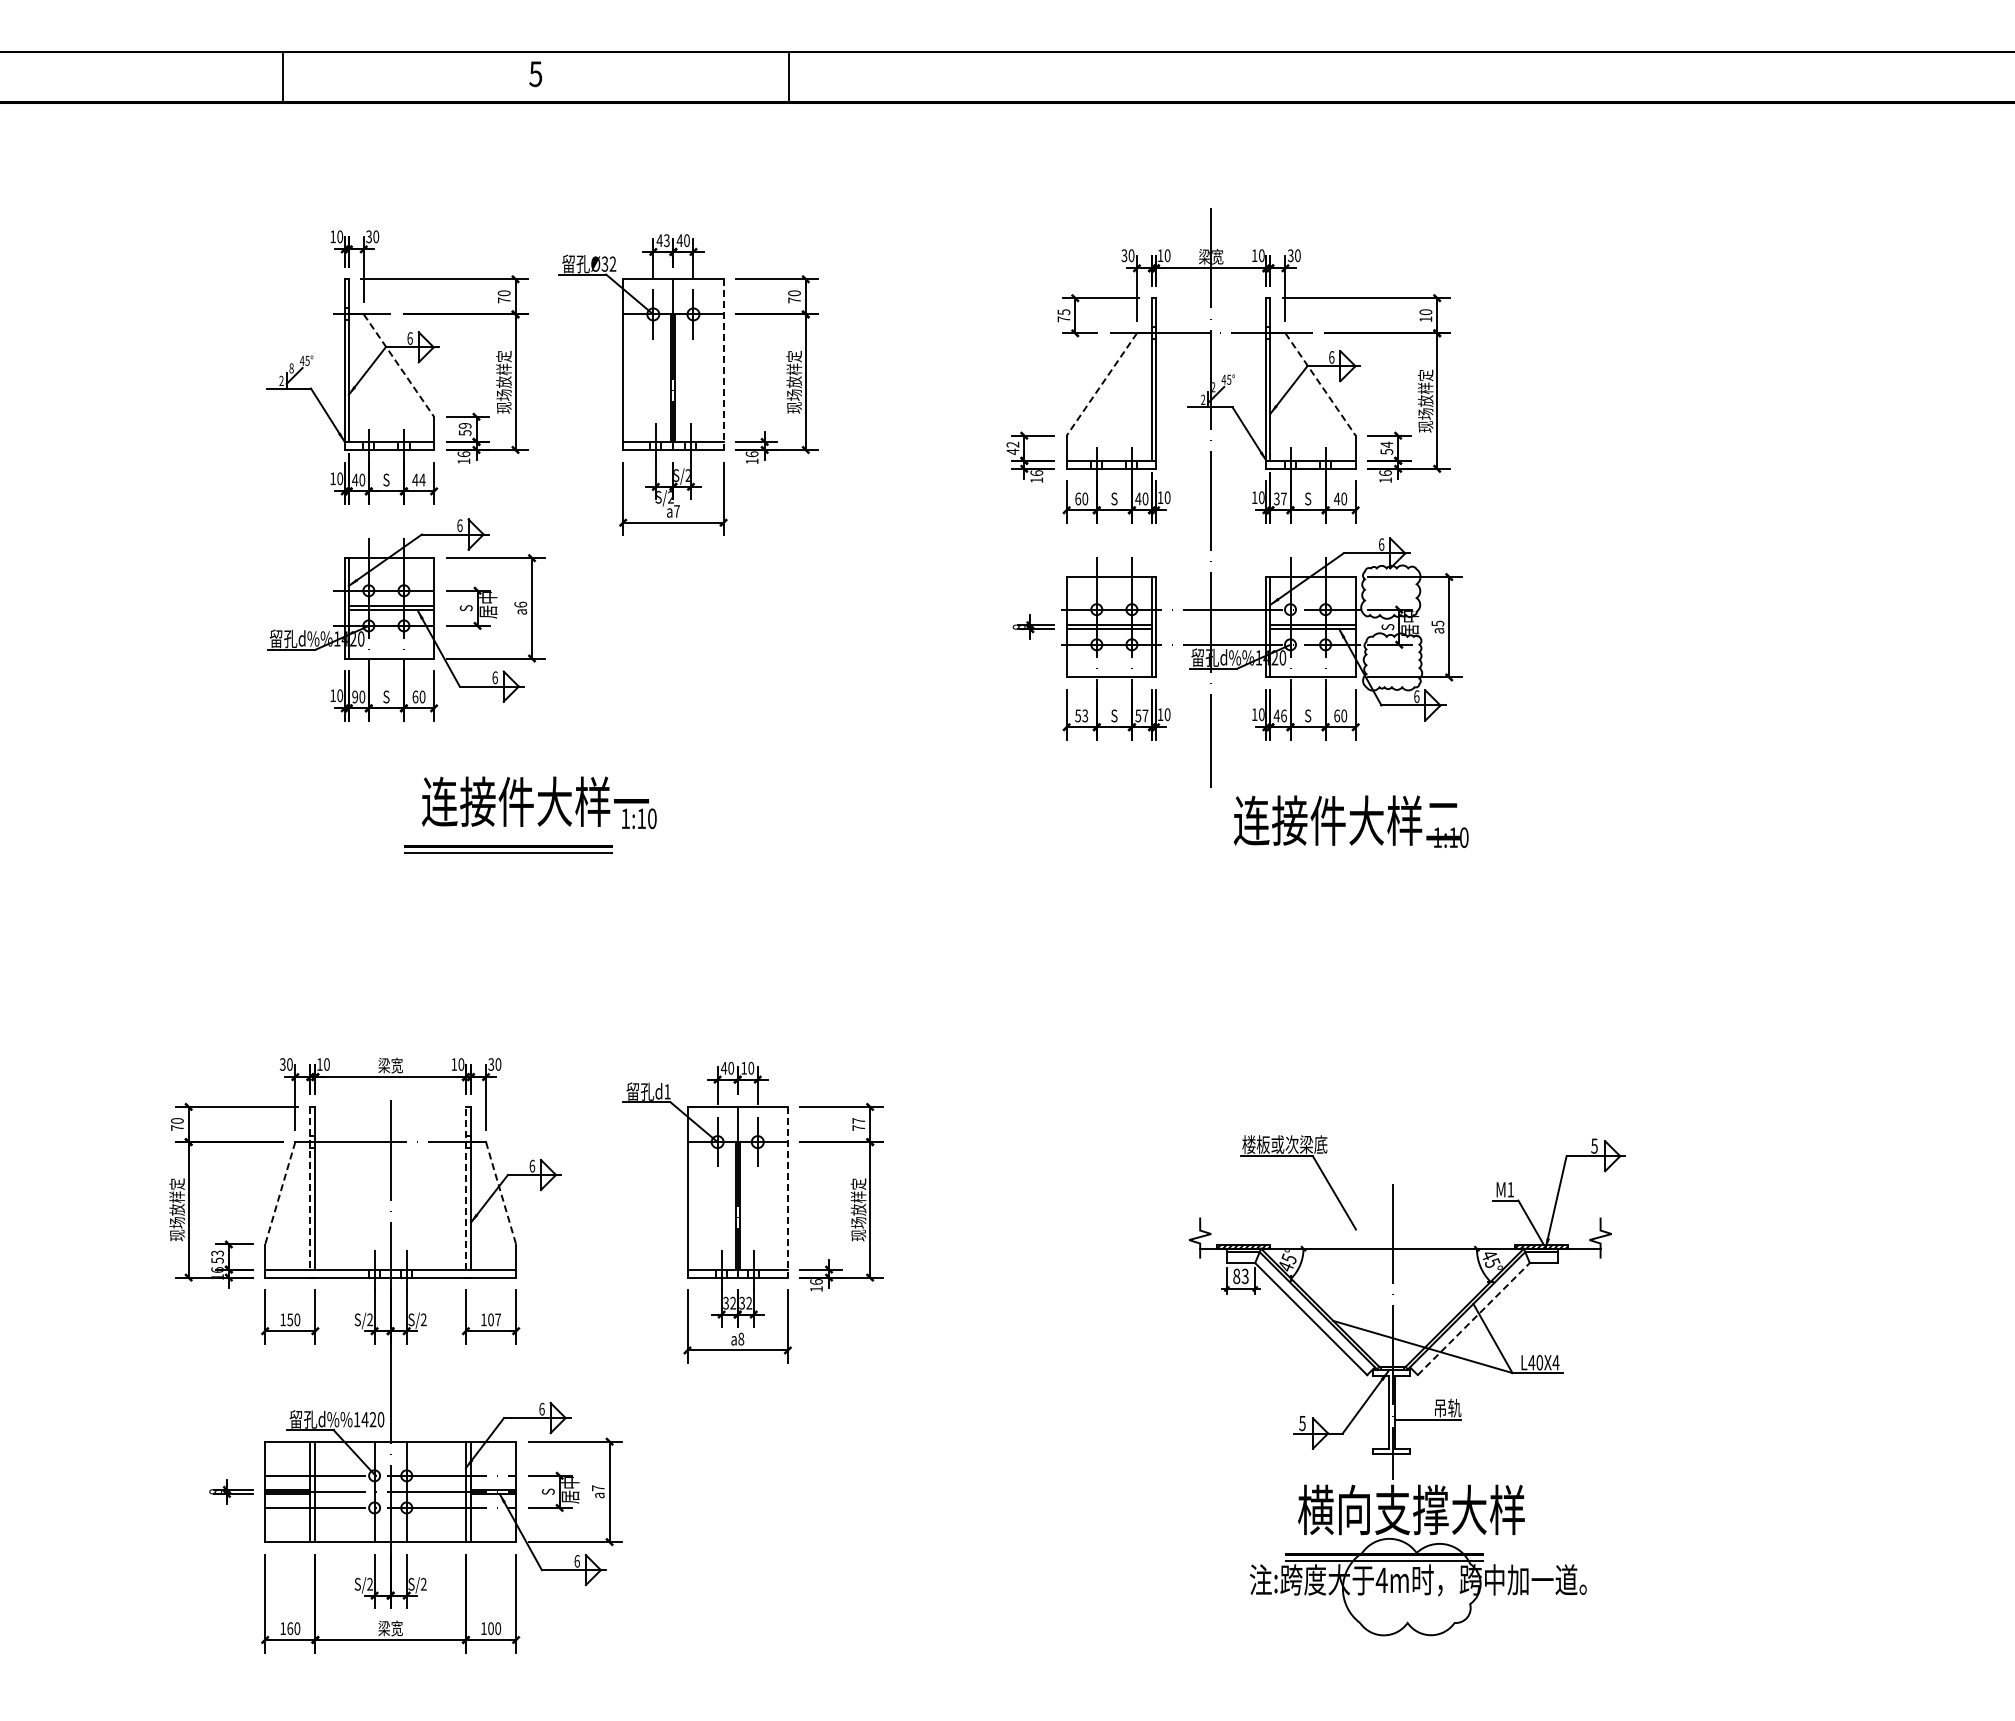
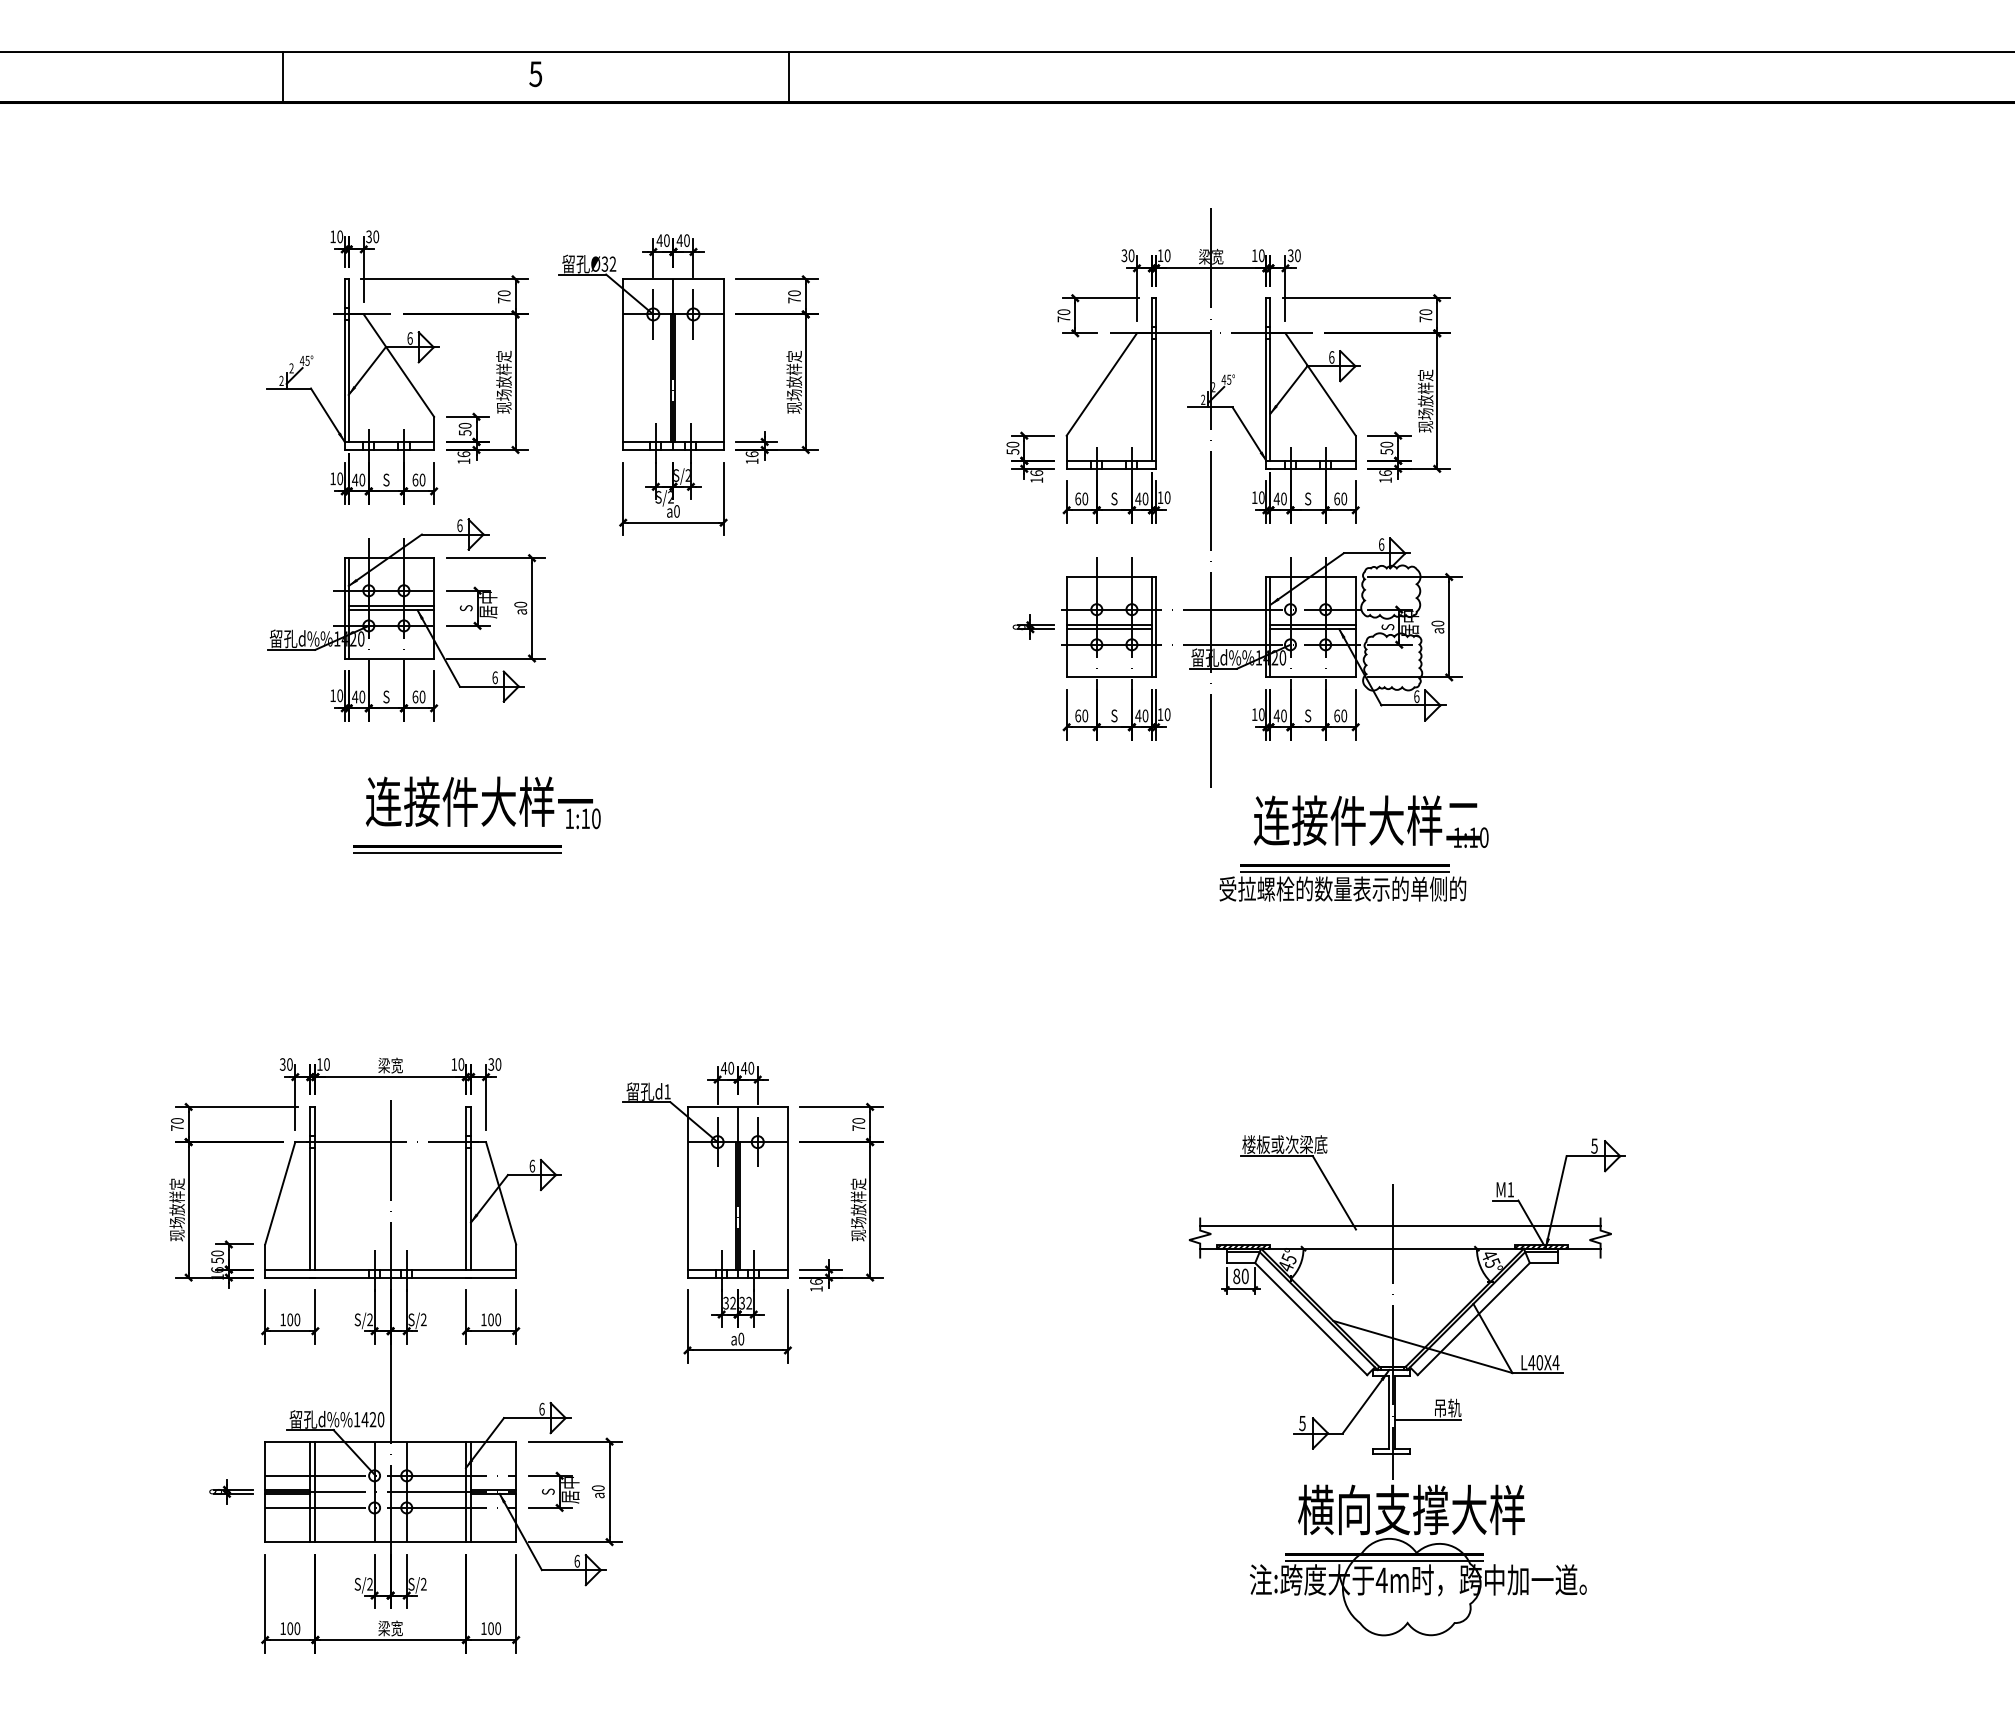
text at (666, 240): 43 -> 40
text at (1063, 312): 75 -> 70
text at (1425, 319): 10 -> 70
line at (723, 365): dashed -> solid
line at (399, 366): dashed -> solid
text at (291, 368): 8 -> 2
line at (1101, 384): dashed -> solid
line at (1320, 384): dashed -> solid
text at (465, 425): 59 -> 50
text at (1386, 444): 54 -> 50
text at (1012, 448): 42 -> 50
text at (418, 479): 44 -> 60
text at (1279, 498): 37 -> 40
text at (1336, 498): 40 -> 60
text at (676, 511): a7 -> a0
text at (520, 604): a6 -> a0
text at (1437, 623): a5 -> a0
text at (355, 696): 90 -> 40
text at (1081, 715): 53 -> 60
text at (1141, 715): 57 -> 40
text at (1283, 715): 46 -> 40
text at (539, 802) position: (539, 802) -> (483, 802)
text at (1350, 821) position: (1350, 821) -> (1370, 821)
part at (508, 849) position: (508, 849) -> (457, 849)
part at (1342, 882): none -> present
text at (743, 1068): 10 -> 40
text at (858, 1120): 77 -> 70
line at (465, 1187): dashed -> solid
line at (310, 1188): dashed -> solid
line at (787, 1192): dashed -> solid
line at (280, 1193): dashed -> solid
line at (501, 1193): dashed -> solid
line at (1400, 1226): none -> present
text at (217, 1253): 53 -> 50
text at (1244, 1275): 83 -> 80
line at (1474, 1318): dashed -> solid
text at (290, 1319): 150 -> 100
text at (498, 1319): 107 -> 100
text at (741, 1339): a8 -> a0
text at (597, 1488): a7 -> a0
text at (290, 1628): 160 -> 100
